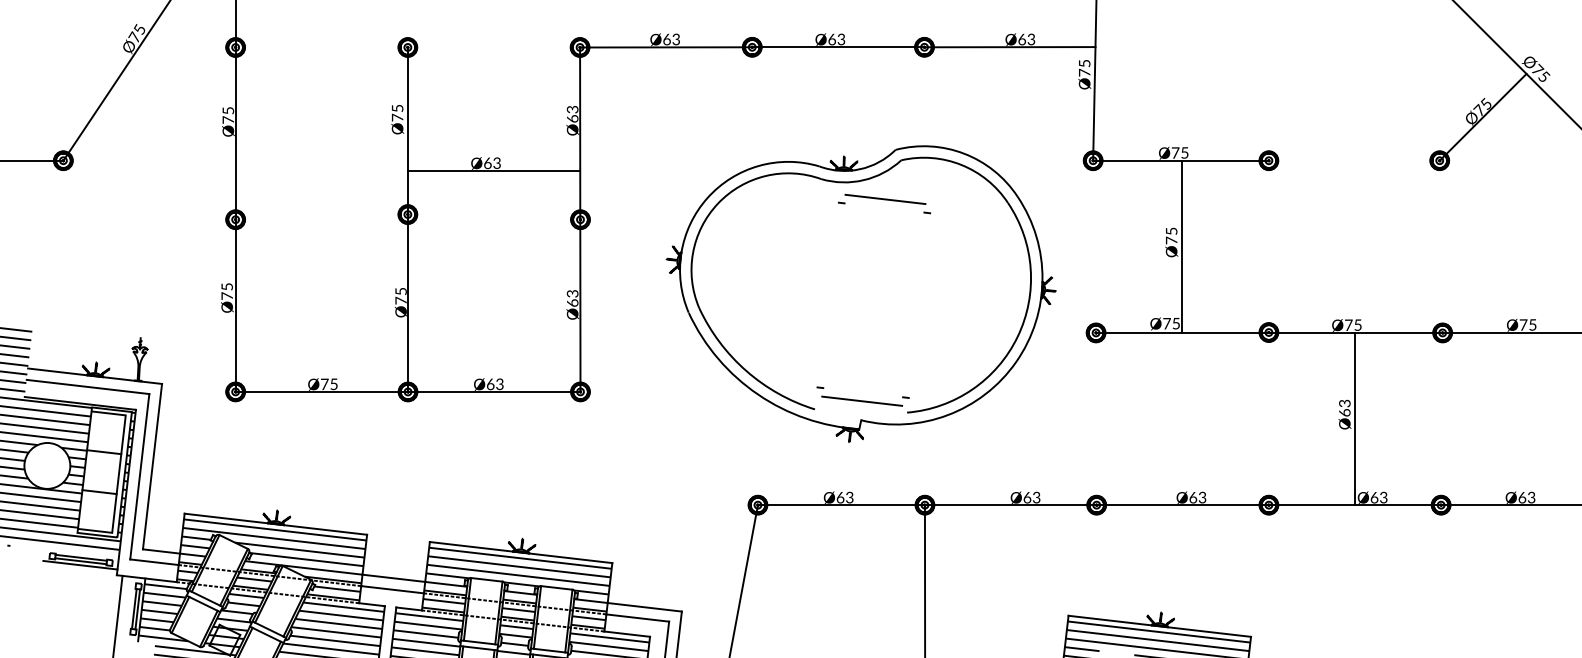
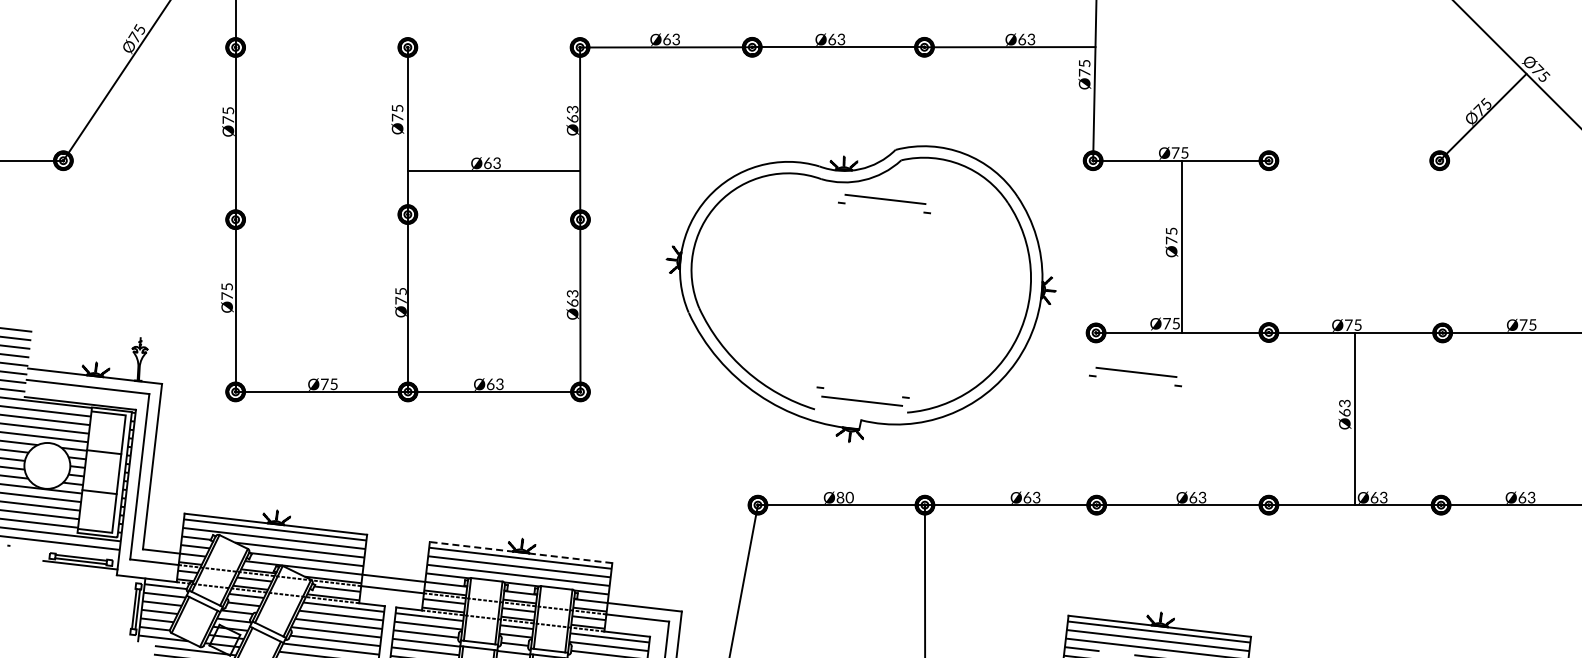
part at (1135, 376): none -> present
text at (844, 497): Ø63 -> Ø80
line at (521, 552): solid -> dashed
line at (117, 614): present -> none
